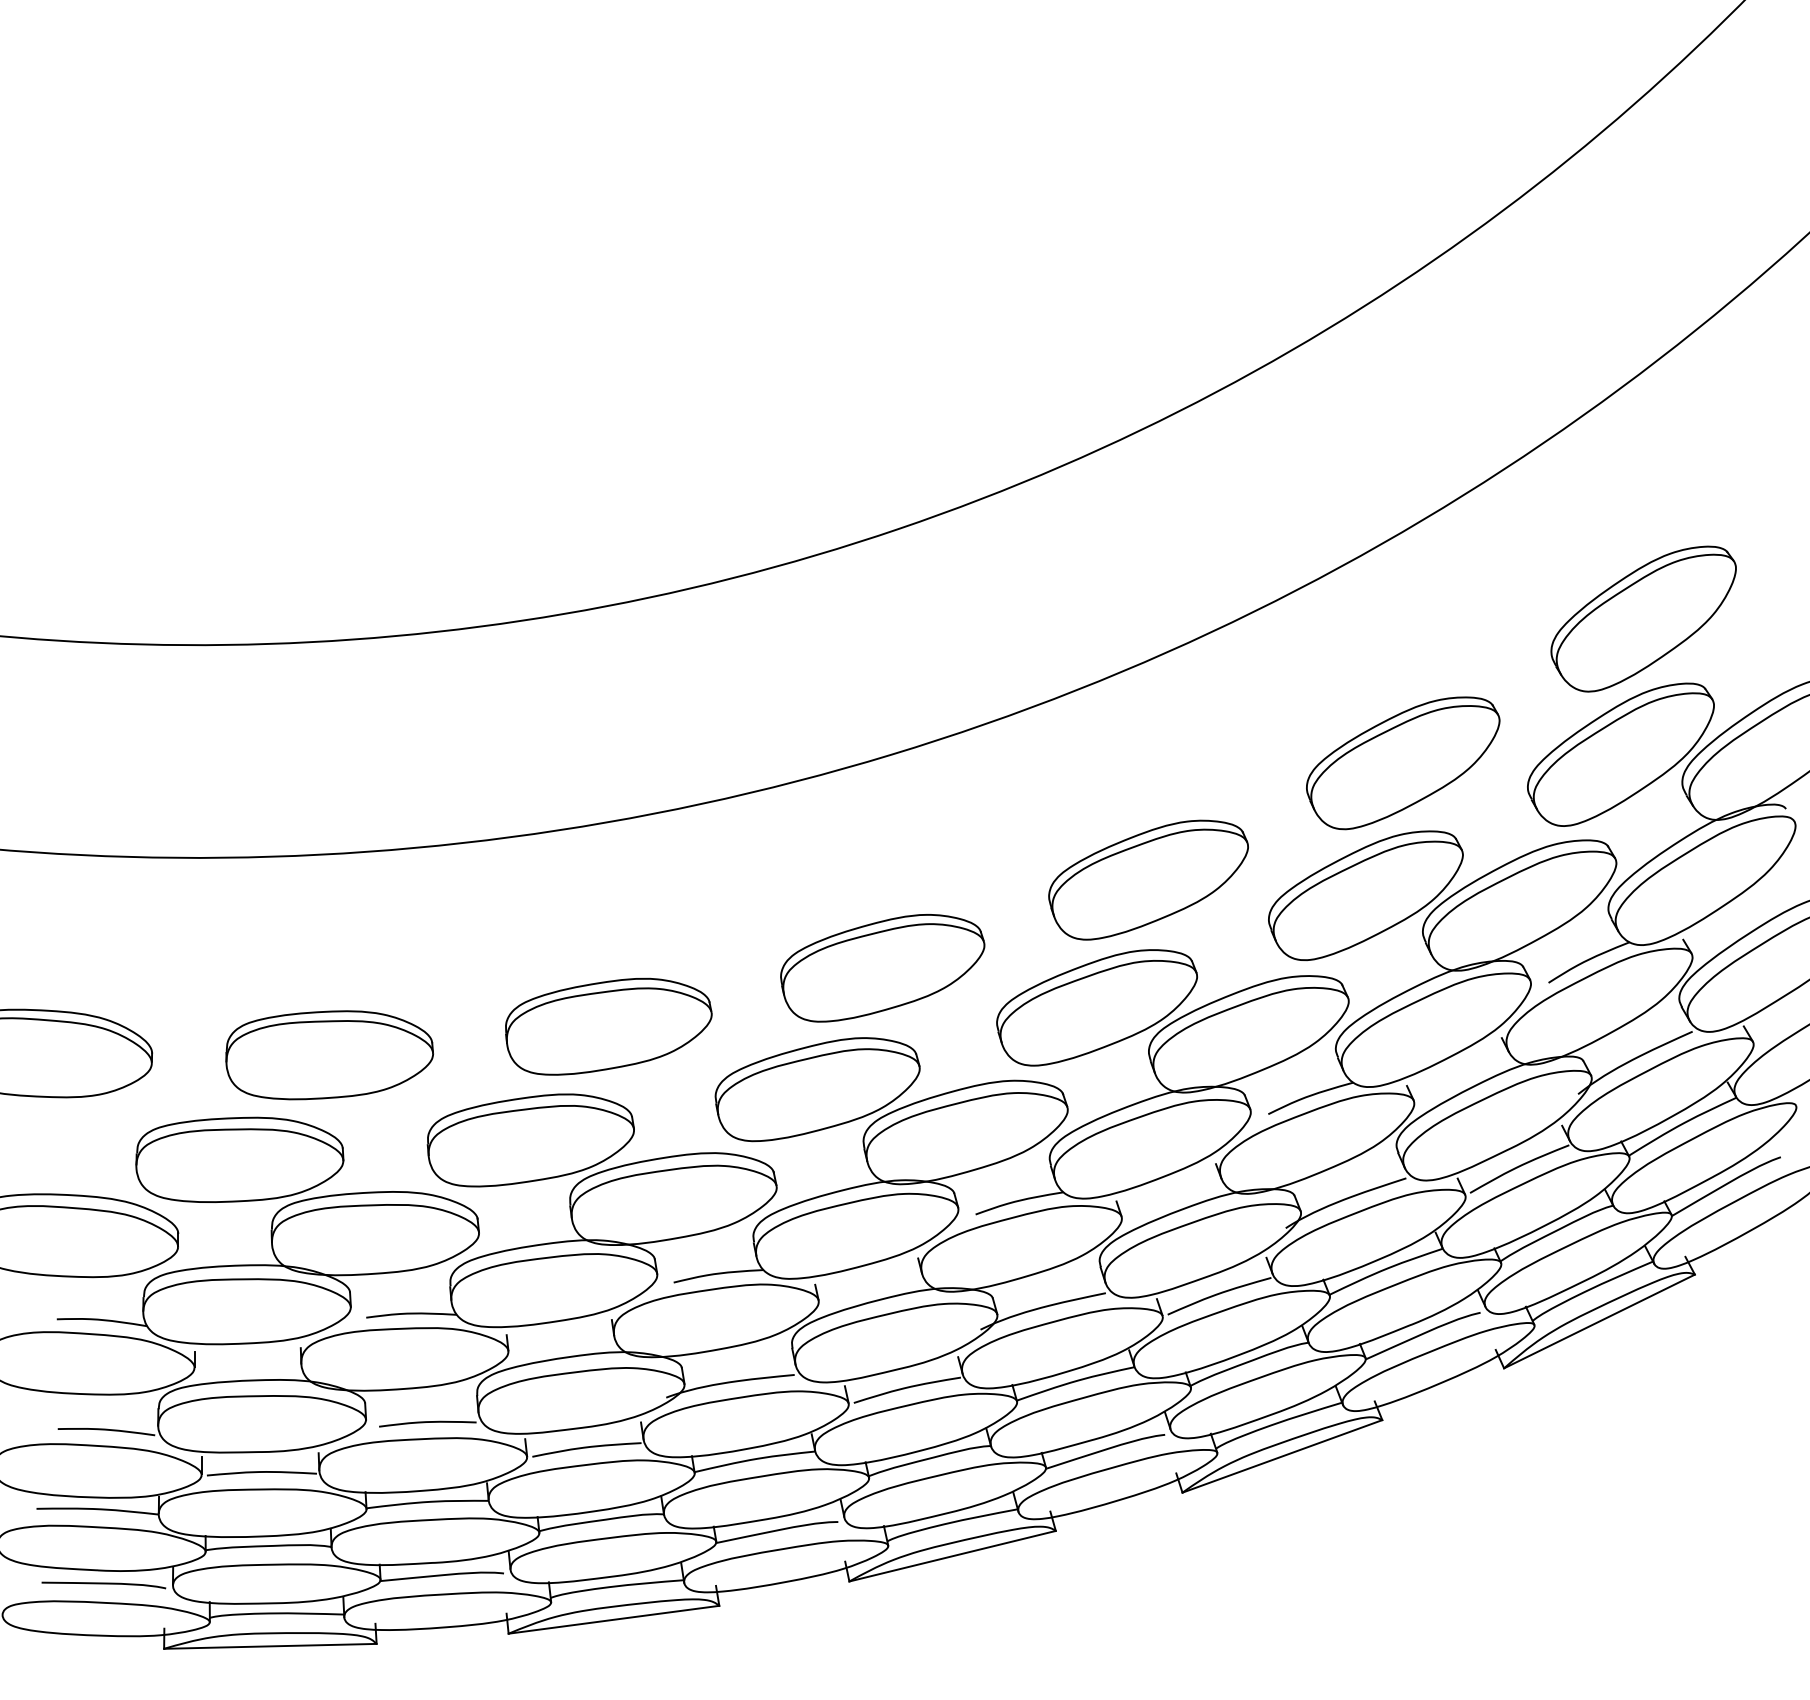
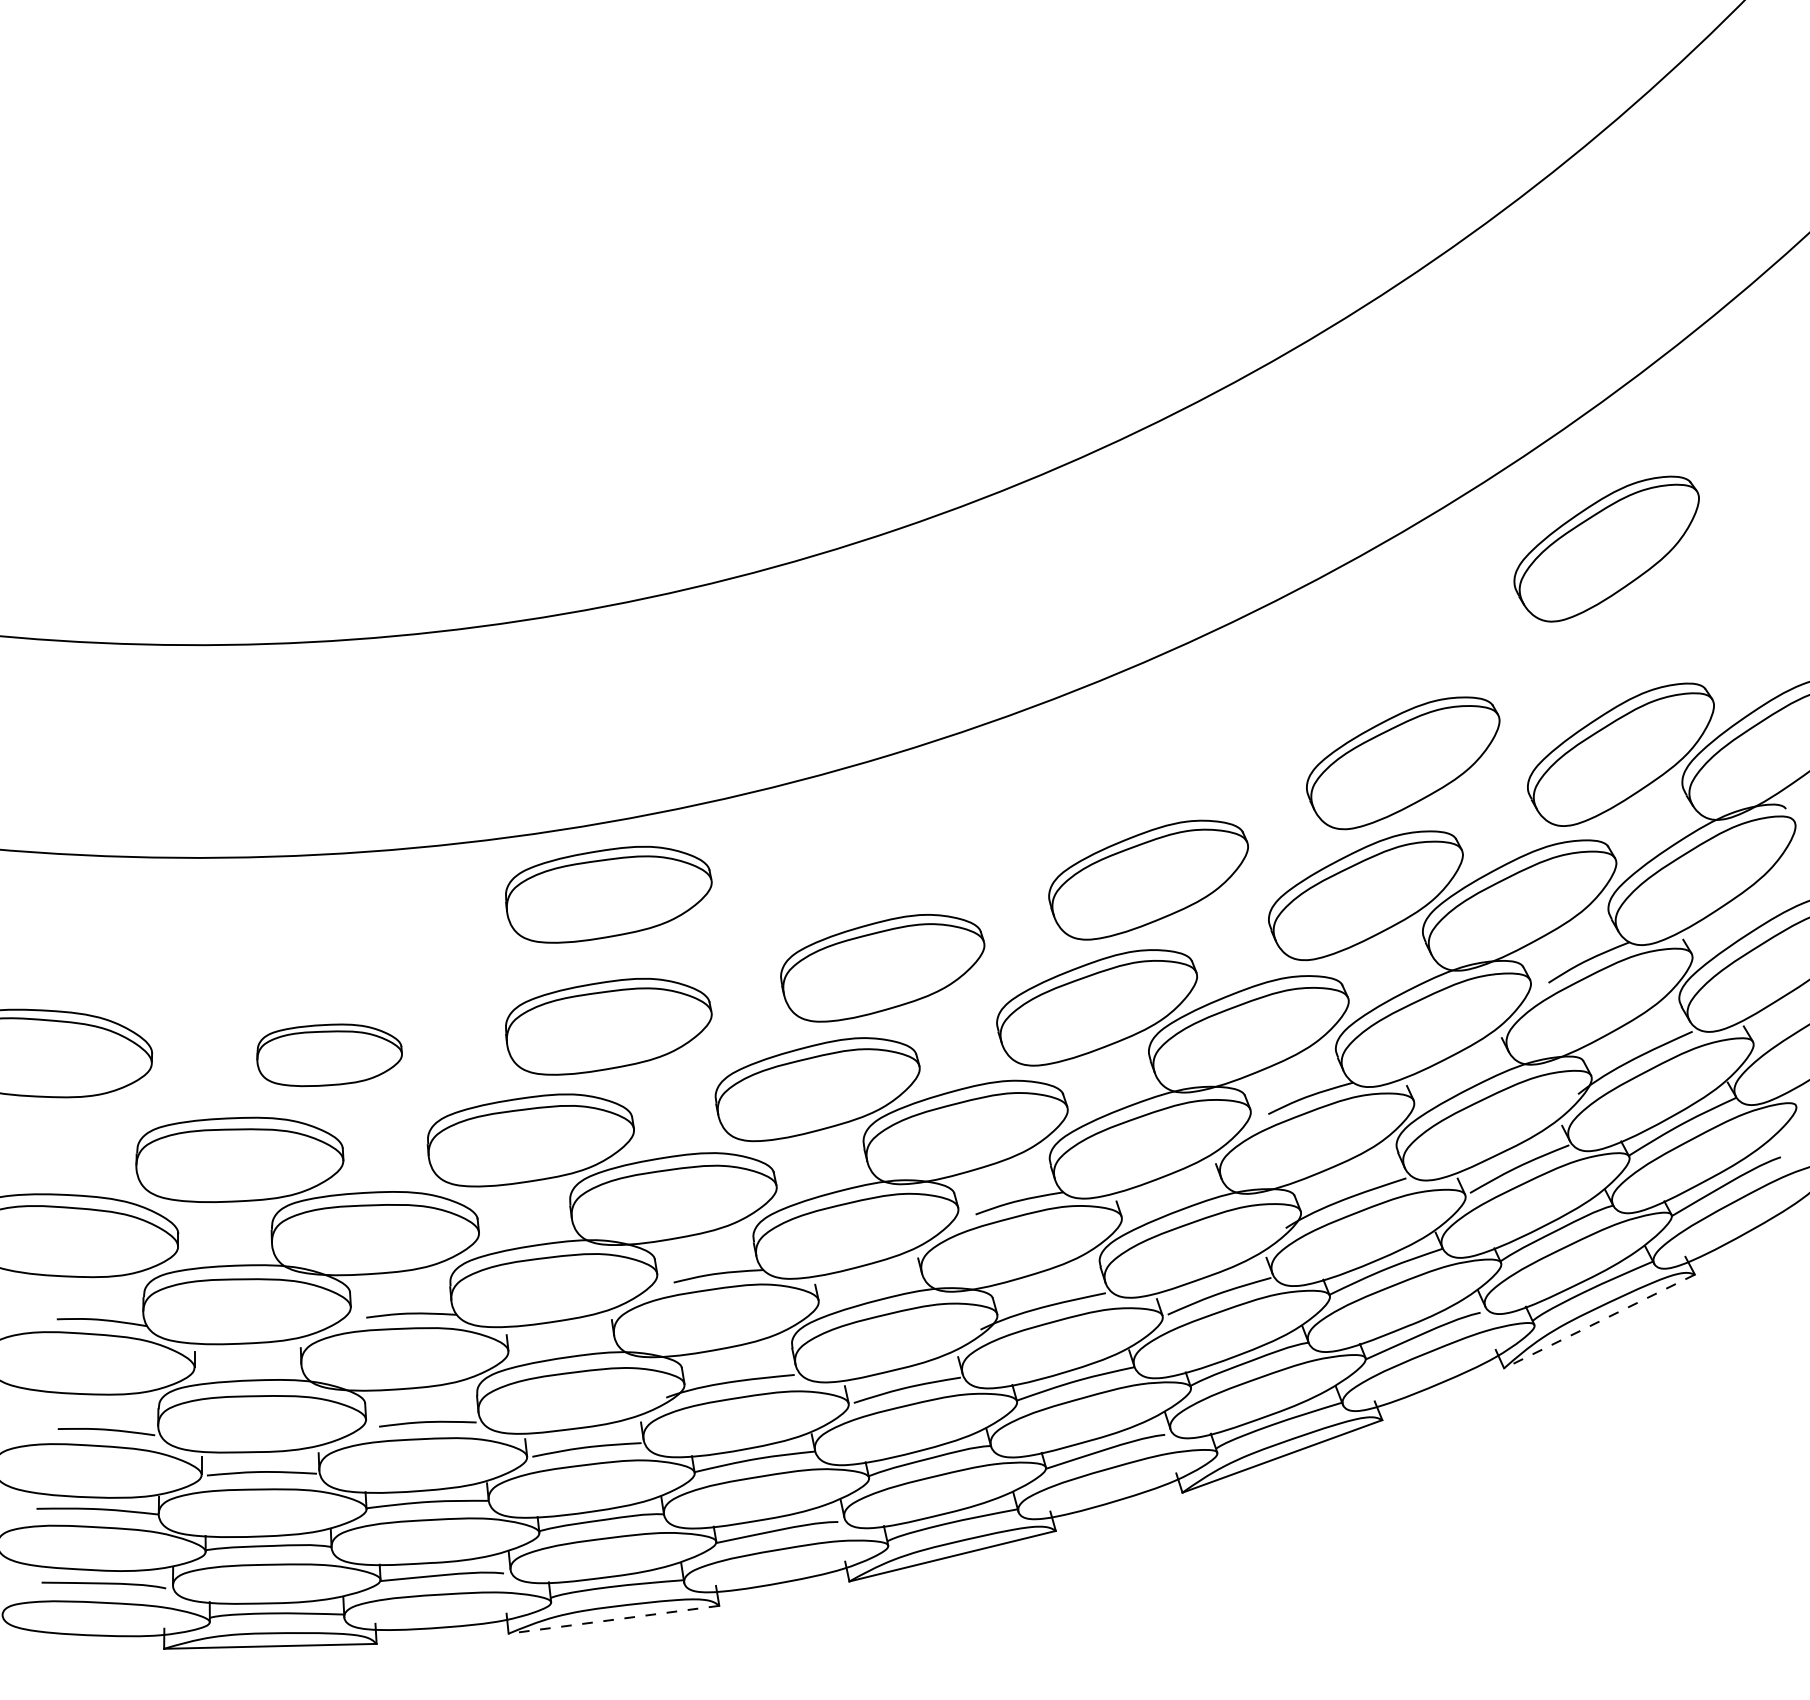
part at (1643, 618) position: (1643, 618) -> (1606, 548)
part at (608, 894): none -> present
part at (329, 1055) size: 209x91 px -> 147x65 px
line at (1599, 1321): solid -> dashed
line at (613, 1619): solid -> dashed
